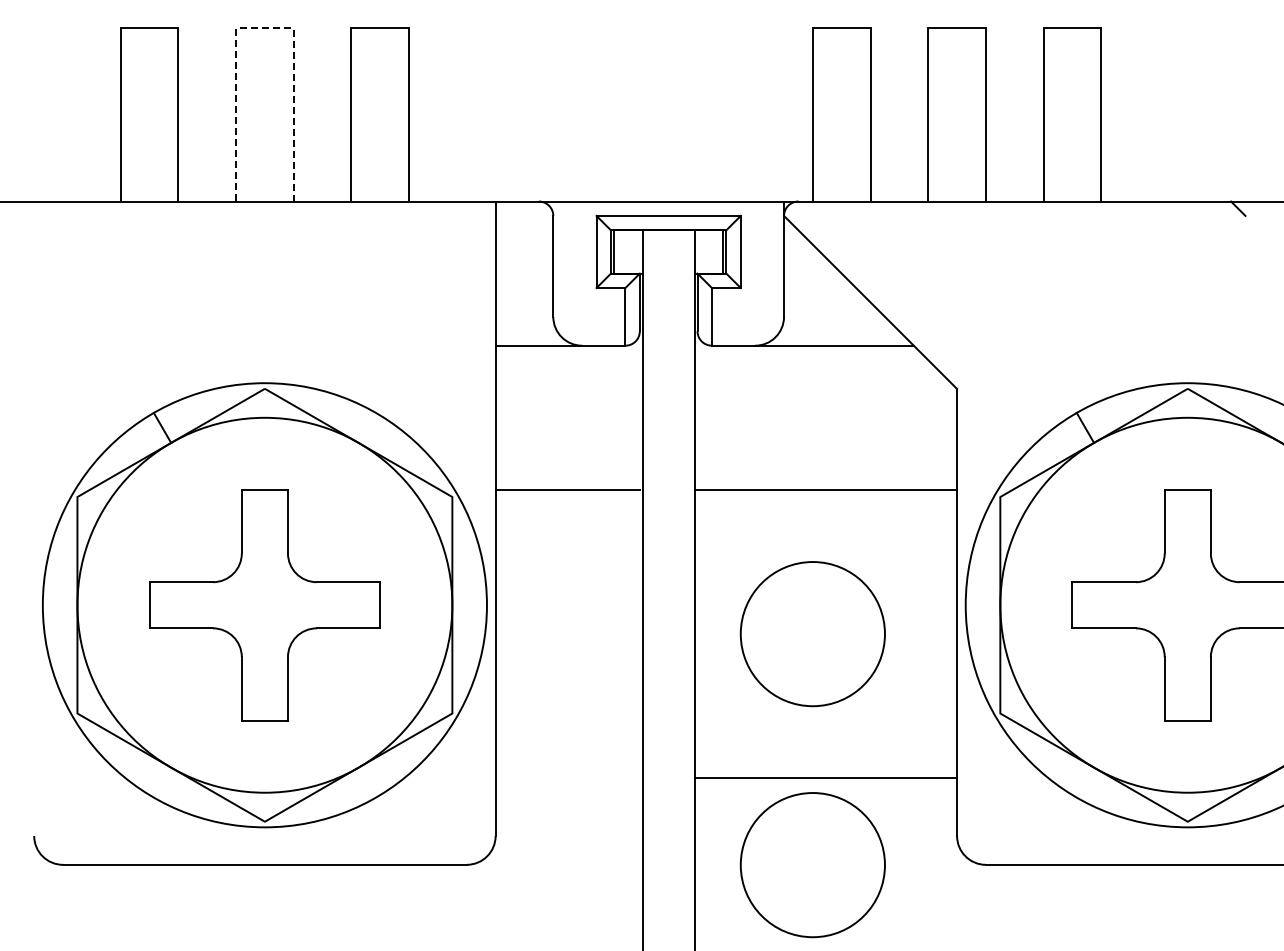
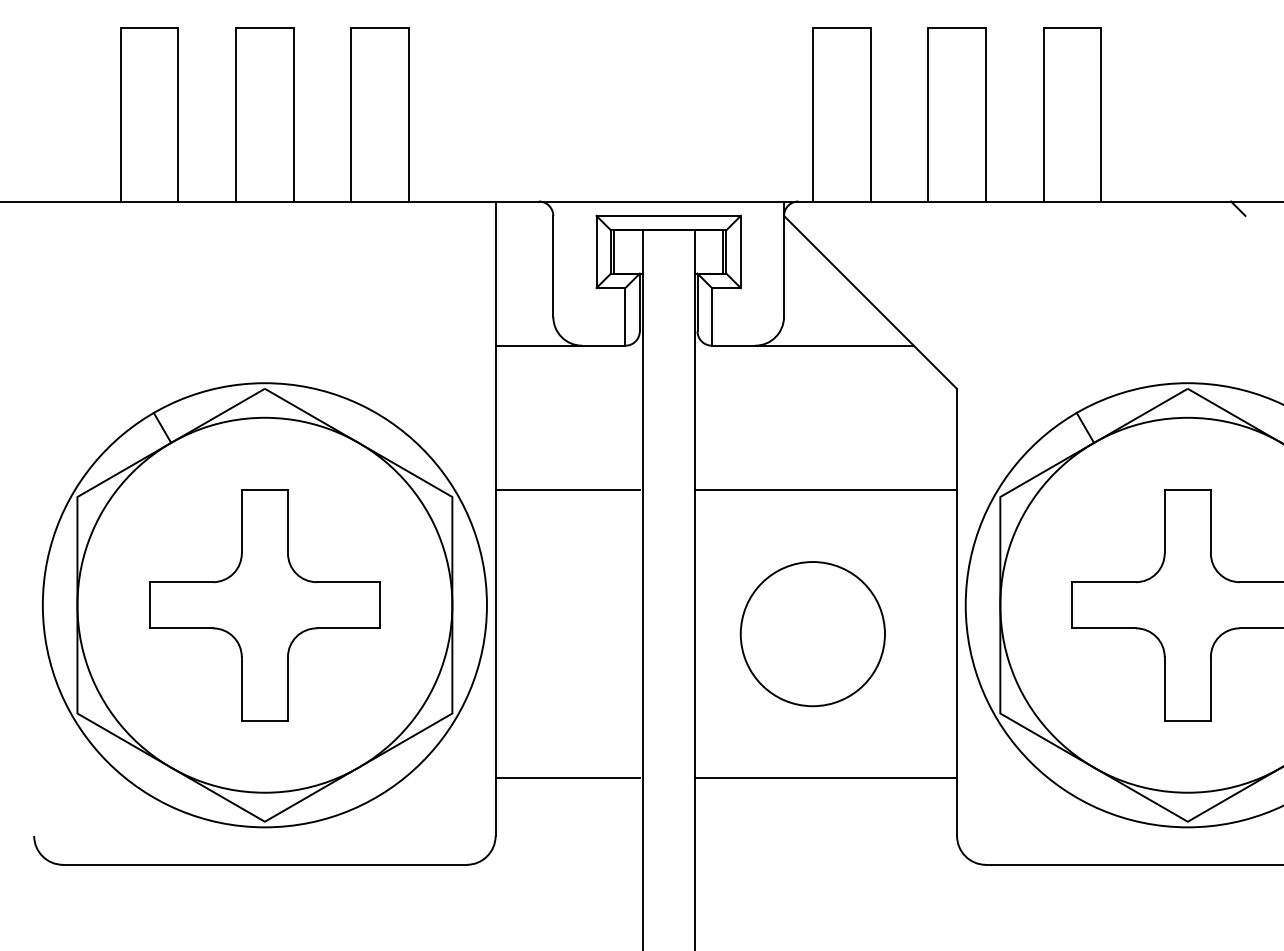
line at (264, 28): dashed -> solid
line at (567, 778): none -> present
circle at (812, 865): present -> none
